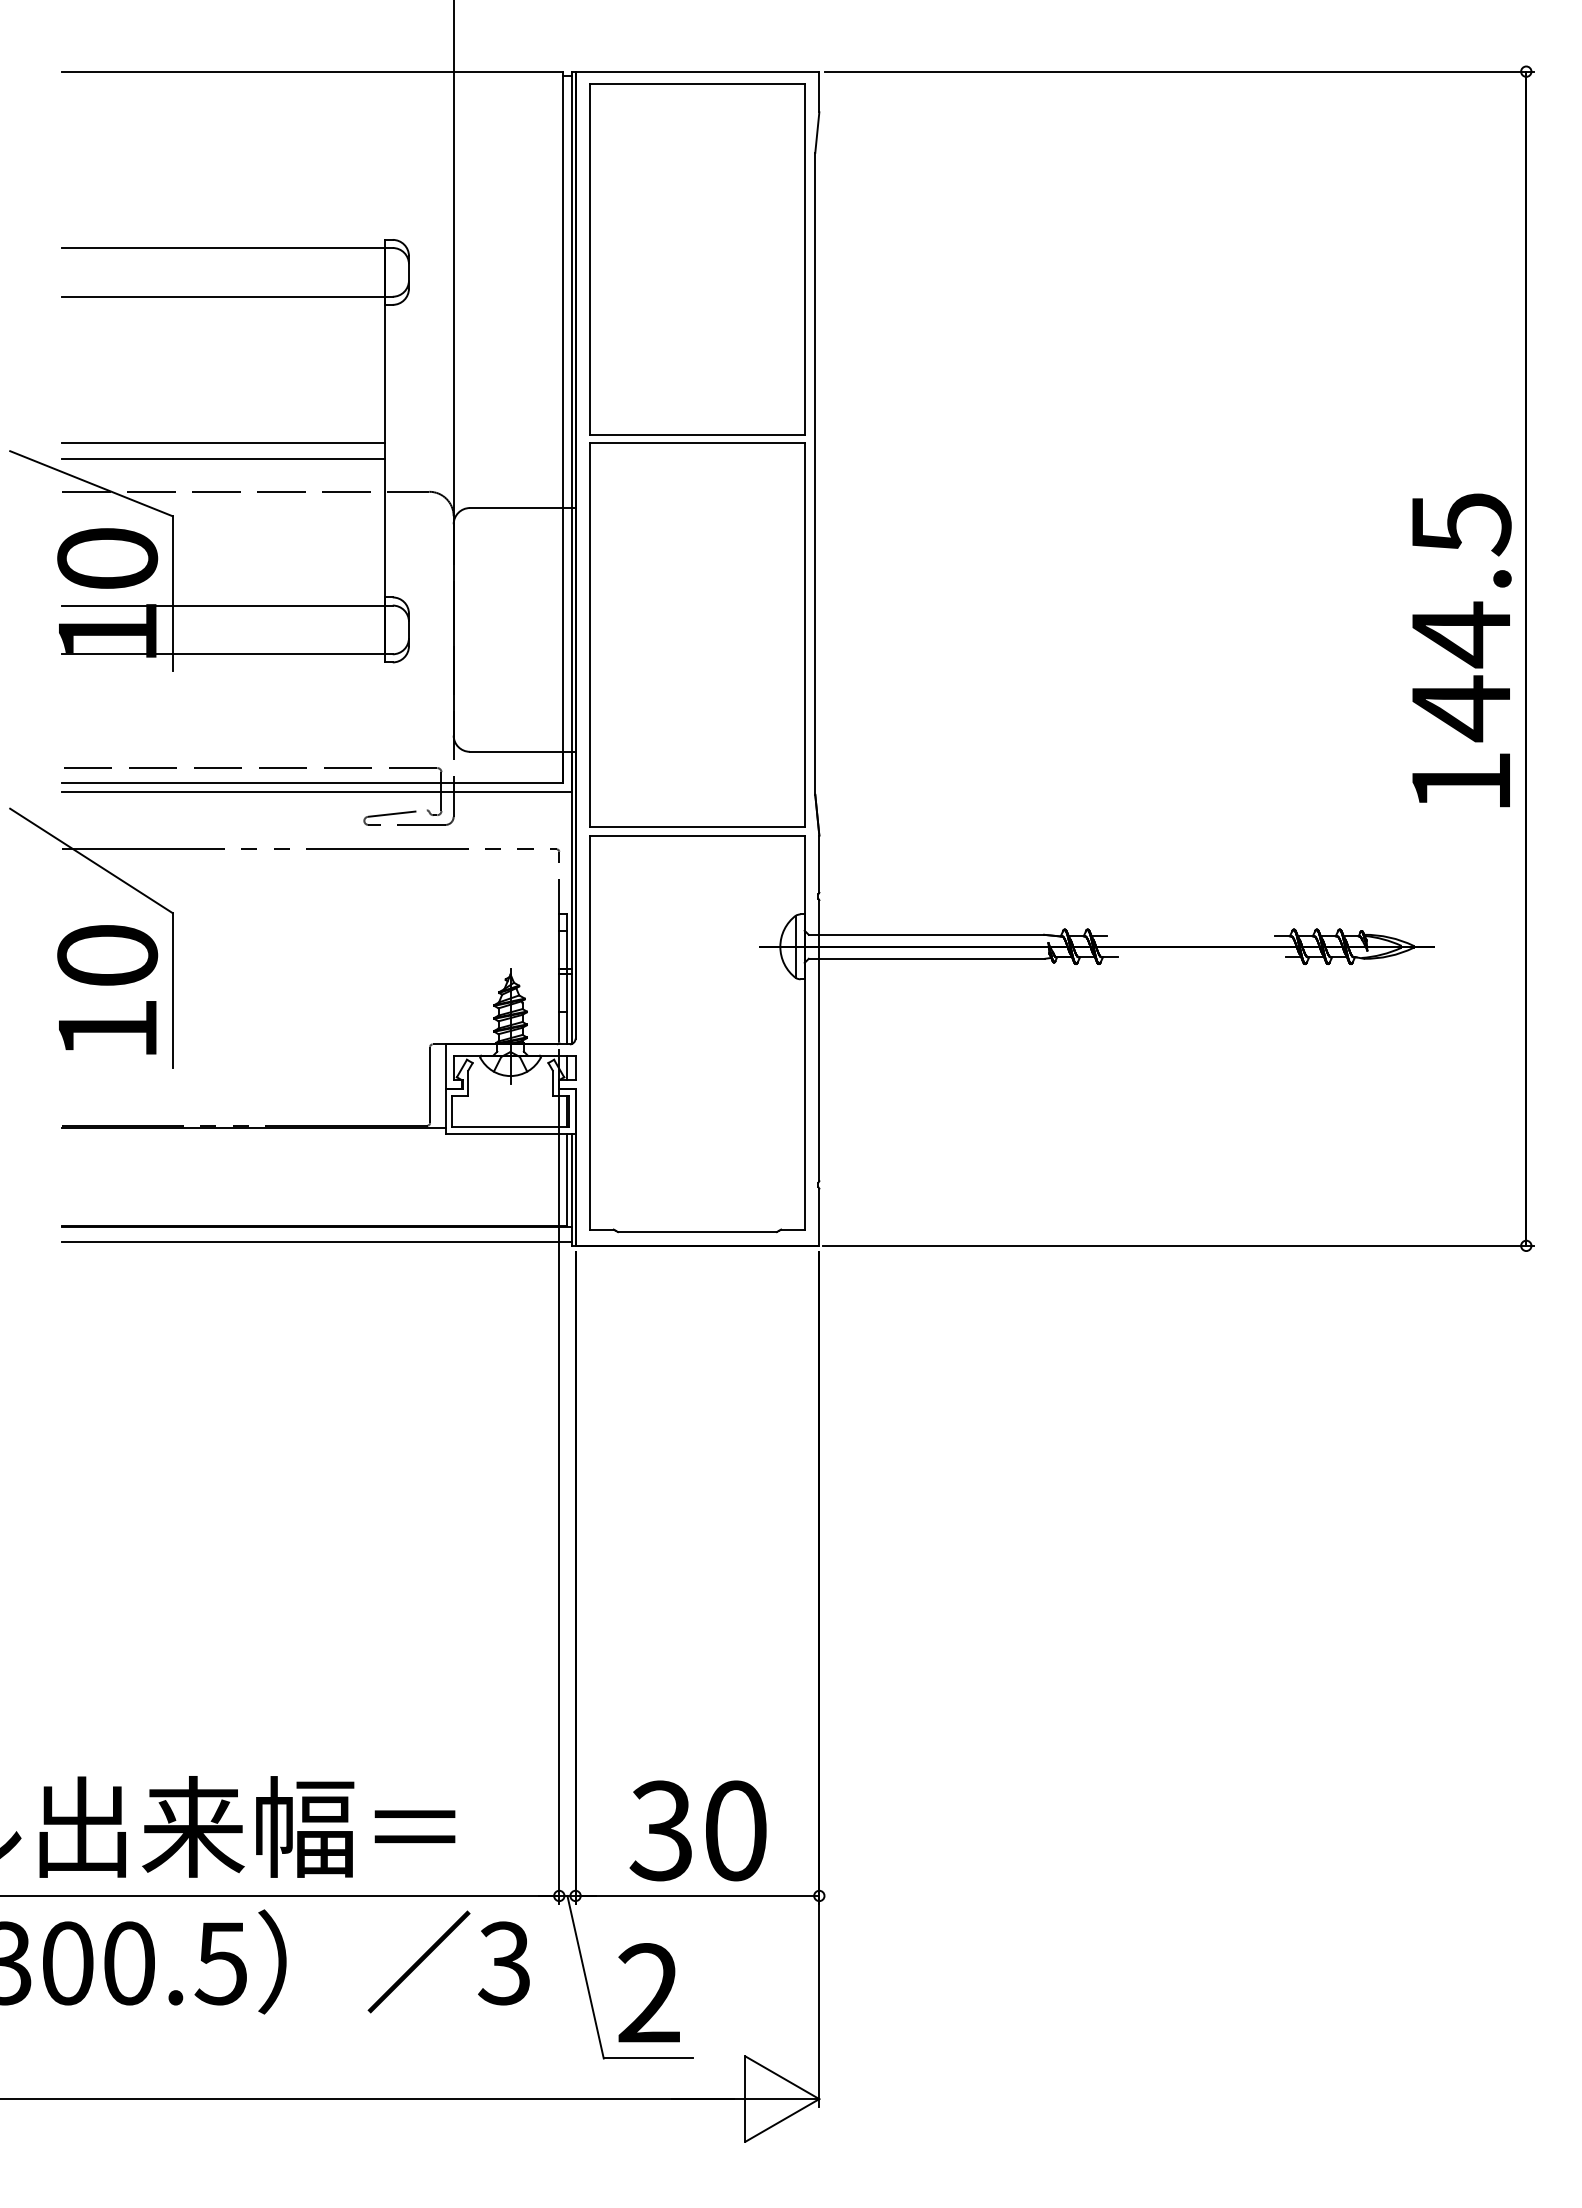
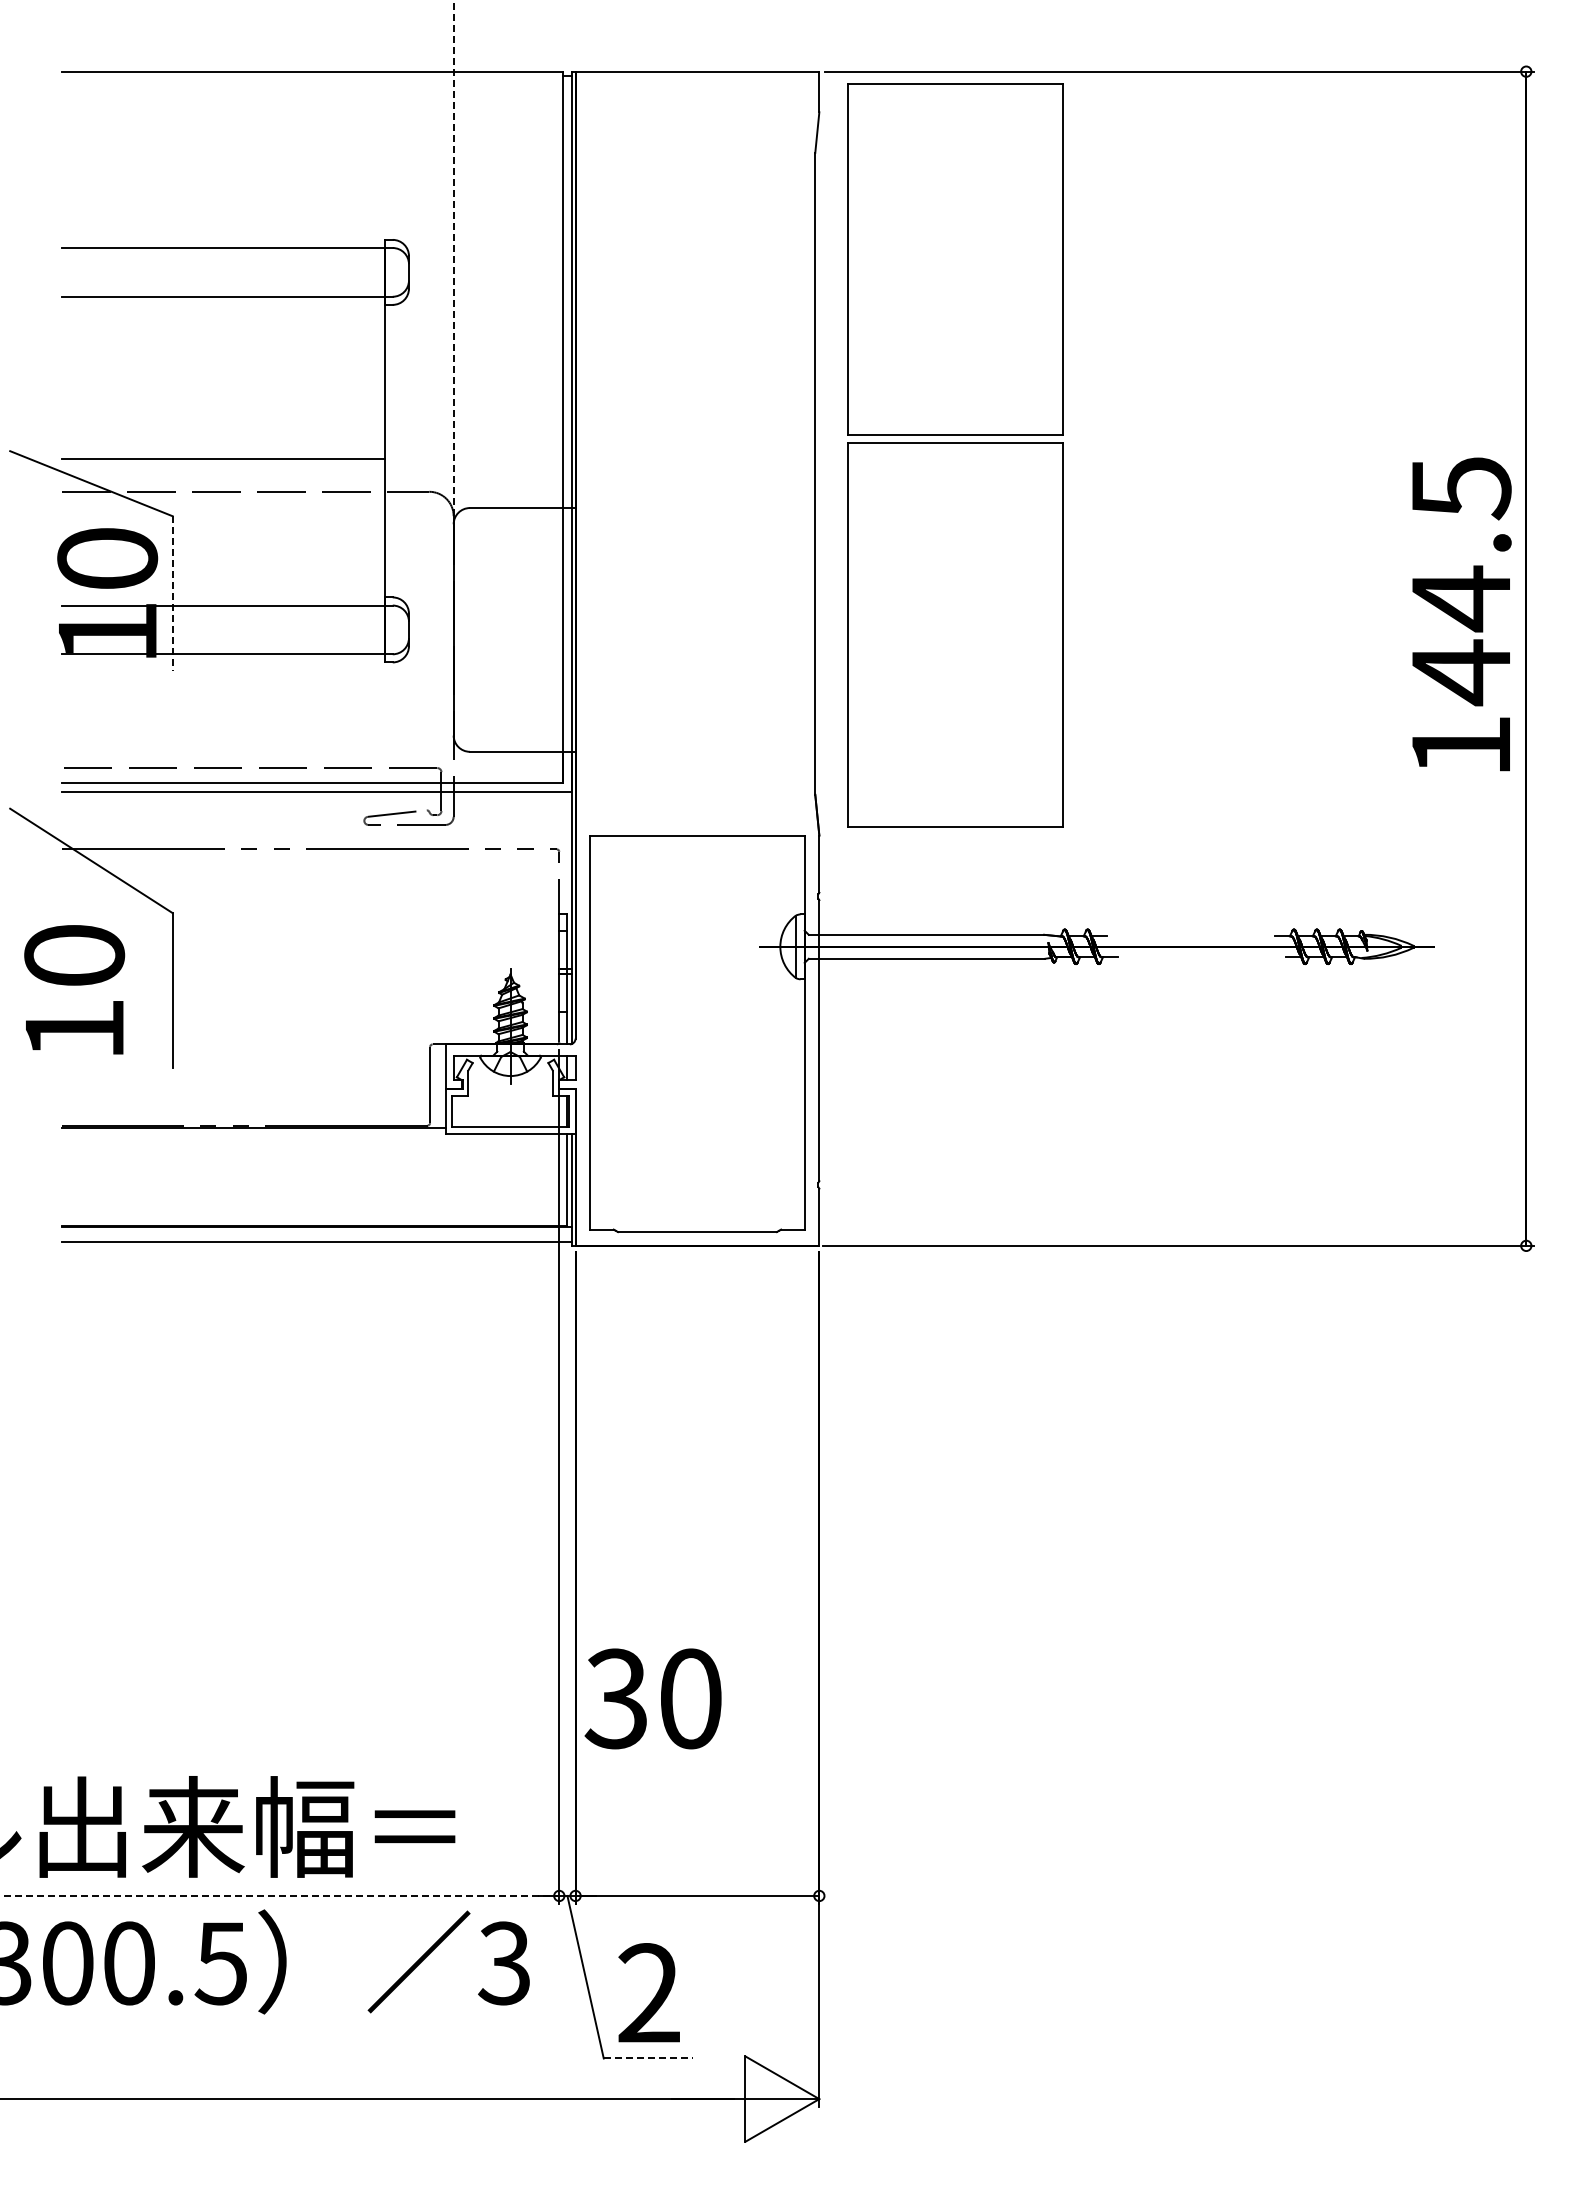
line at (453, 258): solid -> dashed
line at (223, 443): present -> none
part at (697, 455) position: (697, 455) -> (955, 455)
line at (172, 593): solid -> dashed
text at (1461, 650) position: (1461, 650) -> (1461, 614)
text at (107, 989) position: (107, 989) -> (74, 989)
text at (697, 1830) position: (697, 1830) -> (652, 1698)
line at (280, 1895): solid -> dashed
line at (648, 2058): solid -> dashed
